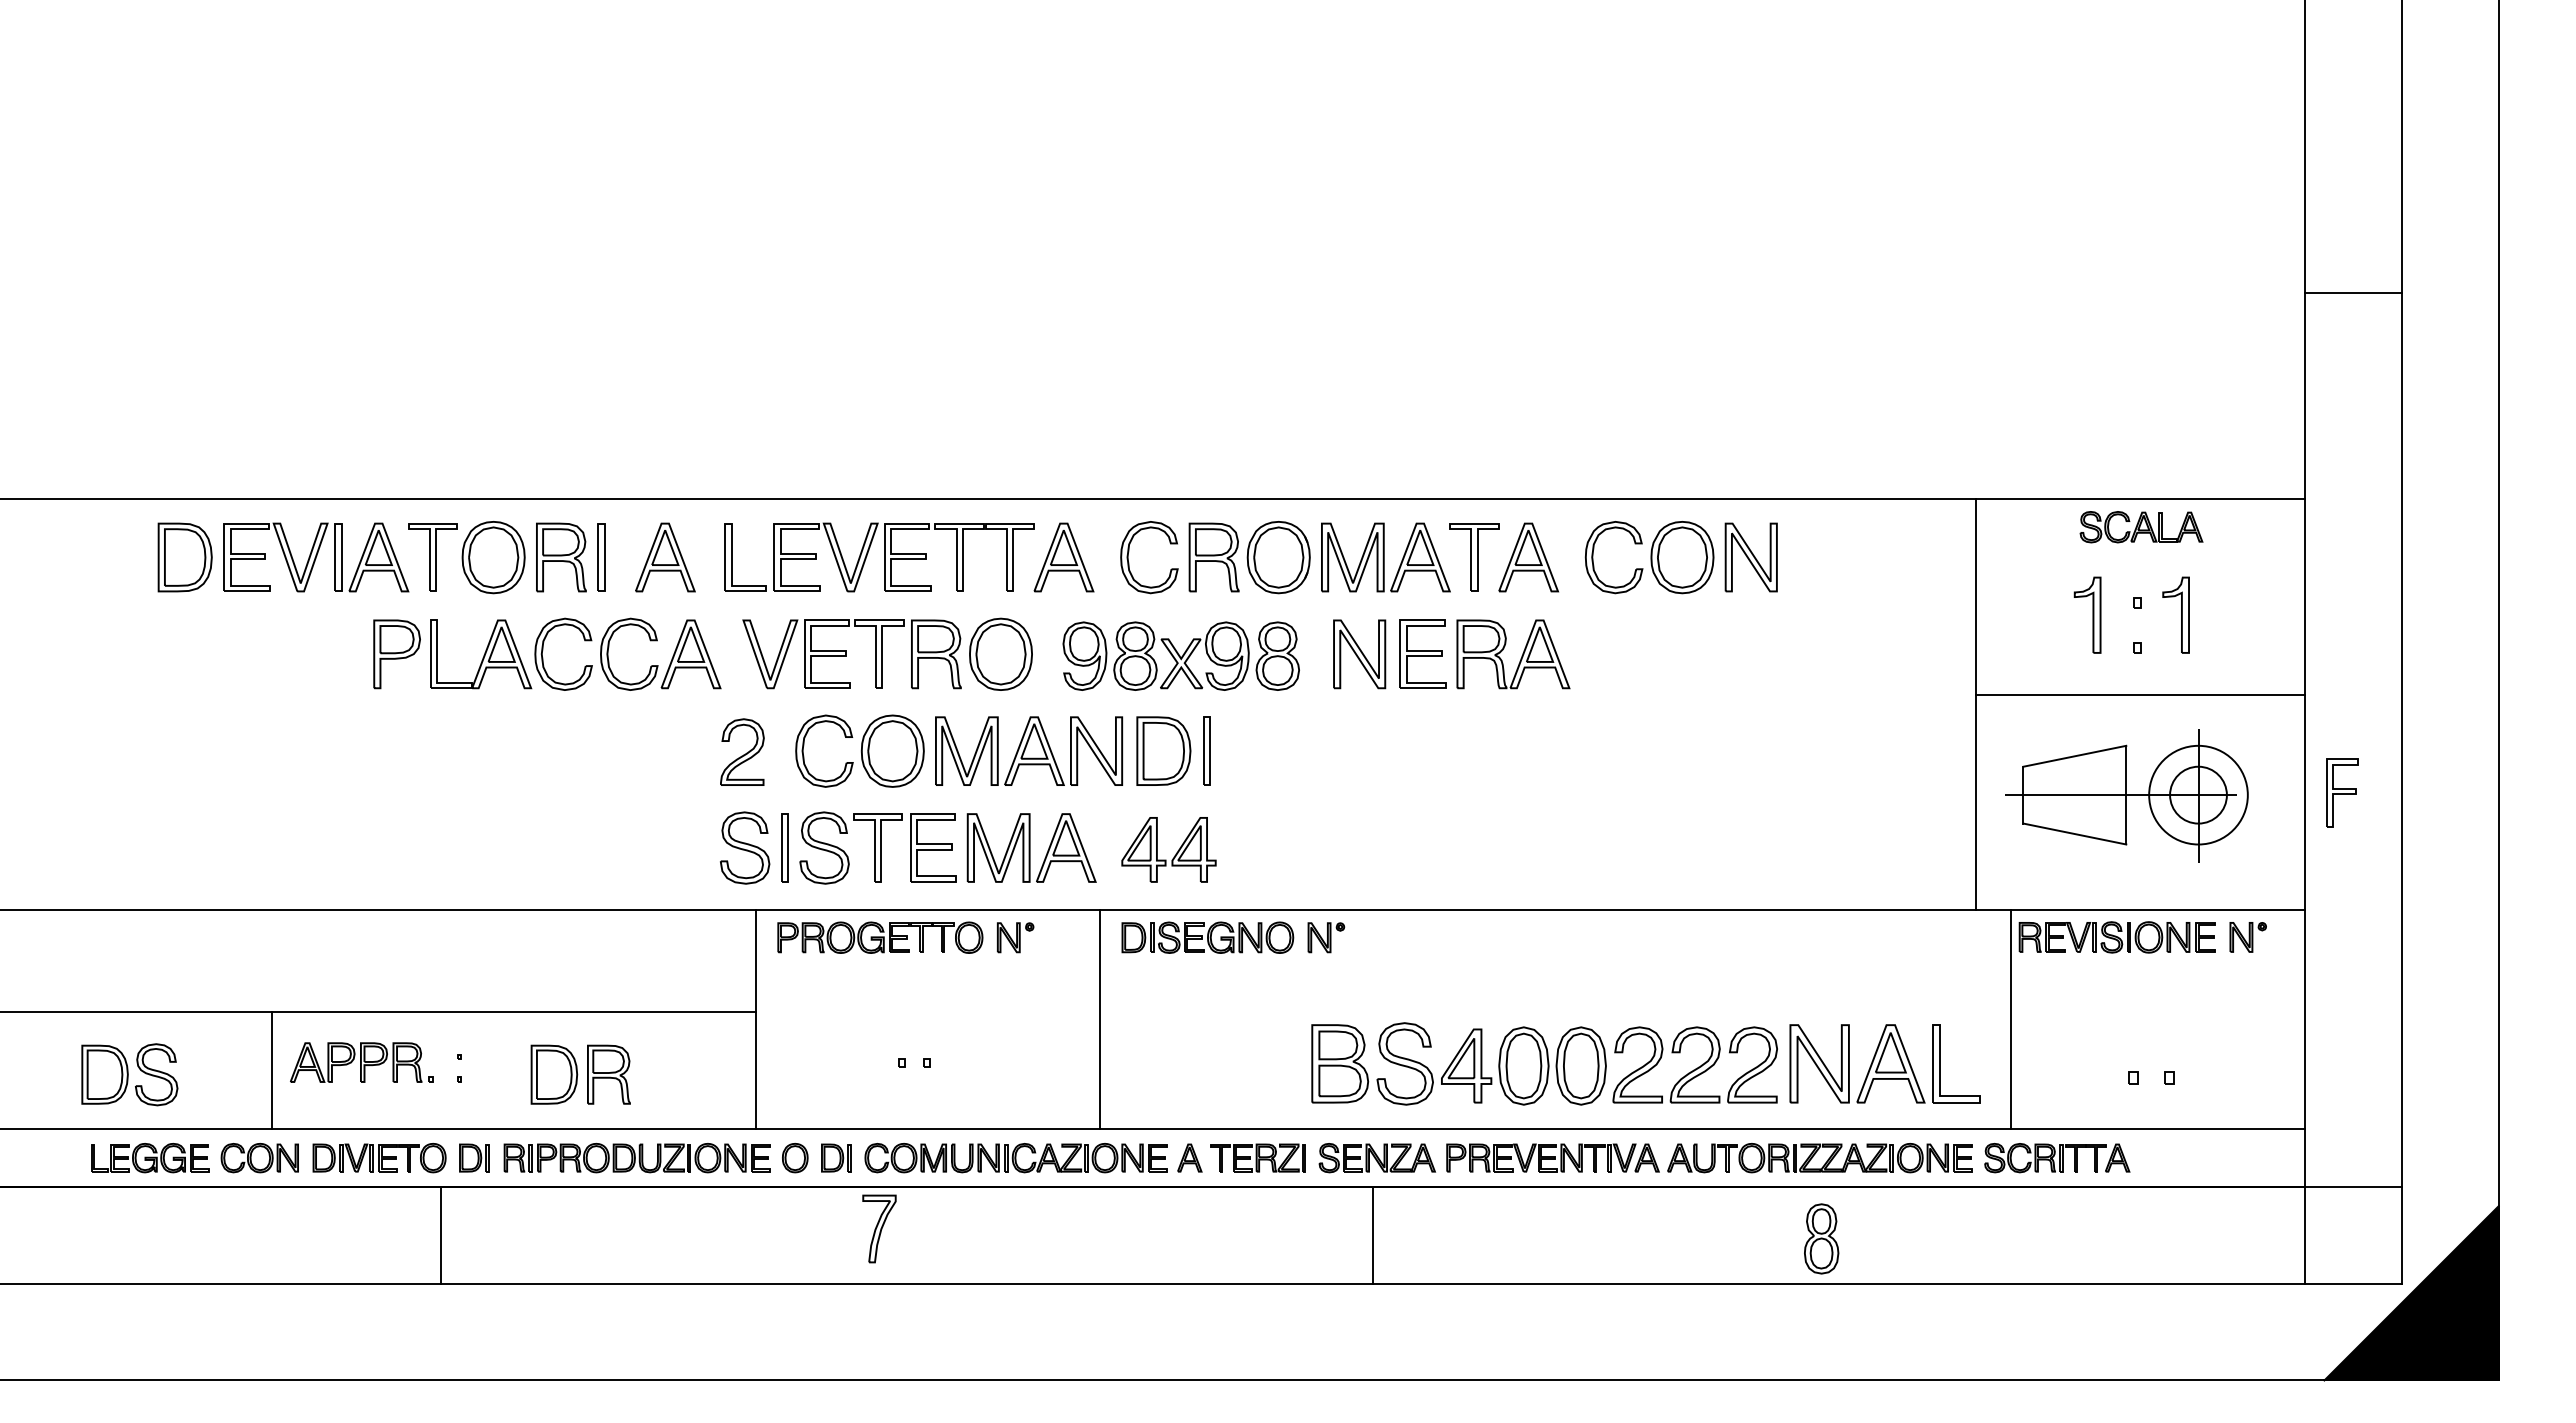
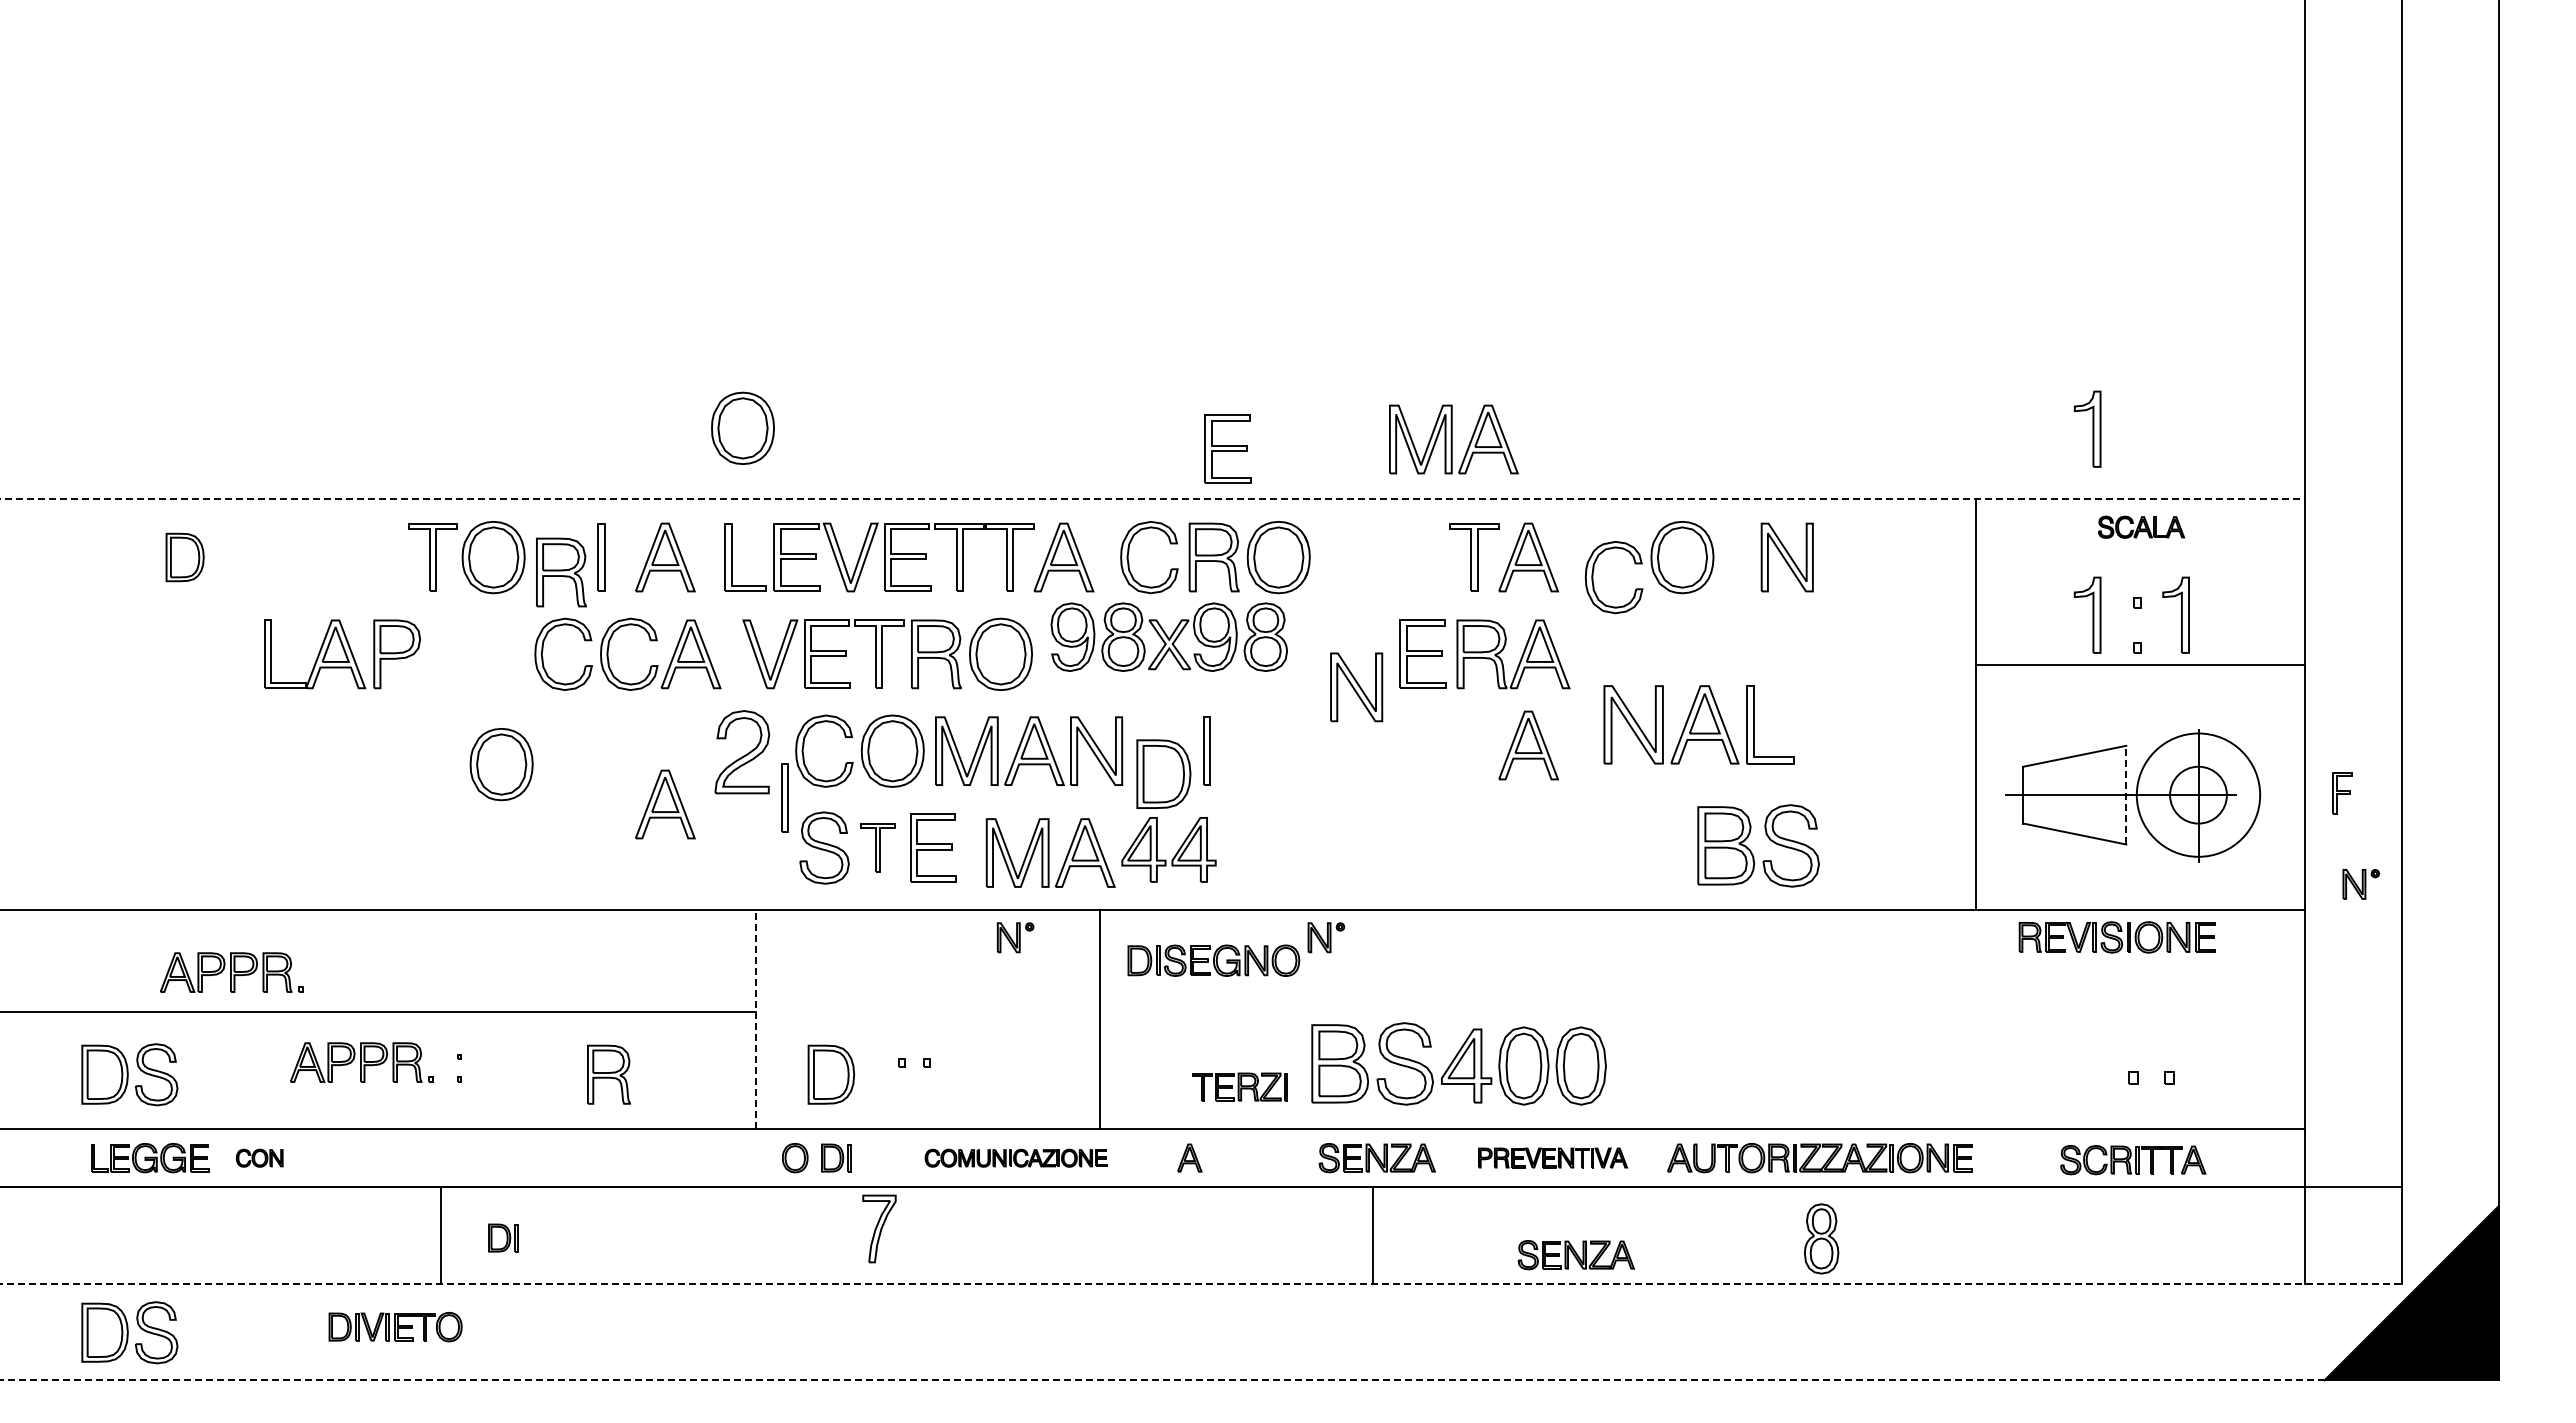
line at (2353, 292): present -> none
part at (742, 427): none -> present
part at (2087, 428): none -> present
part at (1227, 448): none -> present
line at (1153, 499): solid -> dashed
part at (2141, 527) size: 125x33 px -> 88x24 px
part at (184, 557) size: 56x71 px -> 40x51 px
part at (316, 557): present -> none
part at (561, 557) position: (561, 557) -> (561, 572)
part at (1385, 557) position: (1385, 557) -> (1453, 439)
part at (1593, 557) position: (1593, 557) -> (1593, 577)
part at (1750, 557) position: (1750, 557) -> (1786, 557)
part at (481, 654) position: (481, 654) -> (315, 654)
part at (1359, 654) position: (1359, 654) -> (1356, 687)
part at (1180, 655) position: (1180, 655) -> (1168, 636)
line at (2140, 695) position: (2140, 695) -> (2140, 665)
part at (1528, 745): none -> present
part at (1163, 750) position: (1163, 750) -> (1163, 773)
part at (742, 751) size: 45x68 px -> 57x85 px
part at (501, 764): none -> present
part at (2342, 792) size: 33x70 px -> 21x43 px
line at (2126, 794): solid -> dashed
circle at (2198, 794) diameter: 99 px -> 123 px
part at (665, 804): none -> present
part at (745, 847): present -> none
part at (784, 847) position: (784, 847) -> (784, 797)
part at (877, 847) size: 50x70 px -> 36x50 px
part at (1031, 847) position: (1031, 847) -> (1050, 852)
part at (1751, 850): none -> present
part at (880, 937): present -> none
part at (1207, 937) position: (1207, 937) -> (1213, 960)
part at (2247, 937) position: (2247, 937) -> (2360, 884)
part at (231, 972): none -> present
line at (755, 1018): solid -> dashed
line at (2010, 1018): present -> none
part at (1884, 1063) position: (1884, 1063) -> (1698, 724)
part at (1694, 1064): present -> none
line at (271, 1070): present -> none
part at (554, 1074) position: (554, 1074) -> (831, 1074)
part at (474, 1157) position: (474, 1157) -> (503, 1237)
part at (1257, 1157) position: (1257, 1157) -> (1239, 1086)
part at (1552, 1157) size: 214x30 px -> 151x22 px
part at (259, 1158) size: 79x31 px -> 49x20 px
part at (379, 1158) position: (379, 1158) -> (395, 1327)
part at (636, 1158): present -> none
part at (1015, 1158) size: 304x31 px -> 184x20 px
part at (2057, 1158) position: (2057, 1158) -> (2133, 1160)
part at (1575, 1255): none -> present
line at (1201, 1283): solid -> dashed
part at (129, 1332): none -> present
line at (1249, 1380): solid -> dashed
